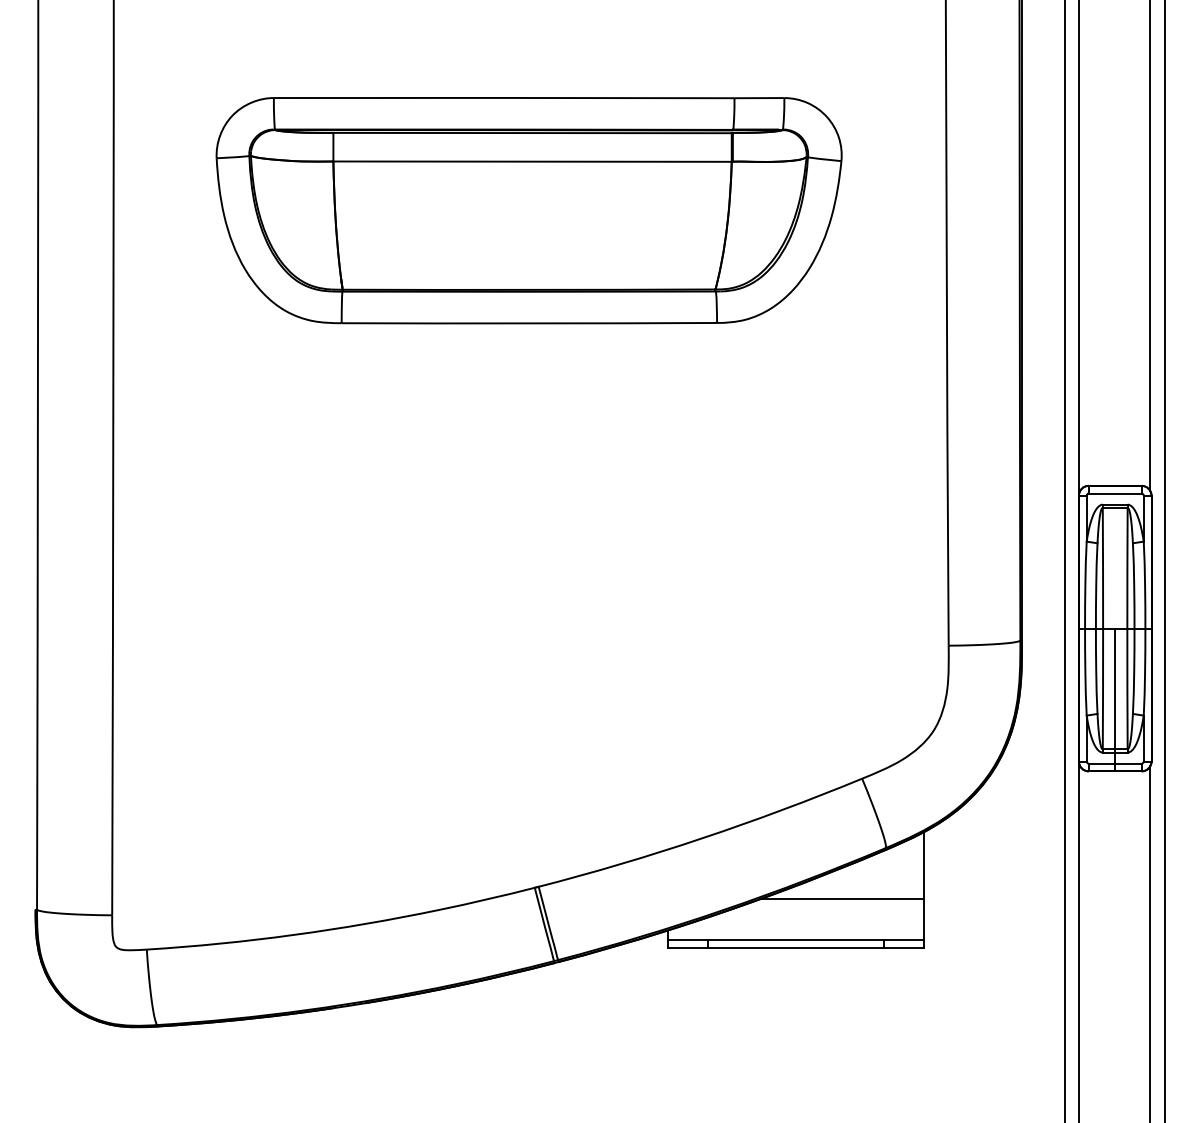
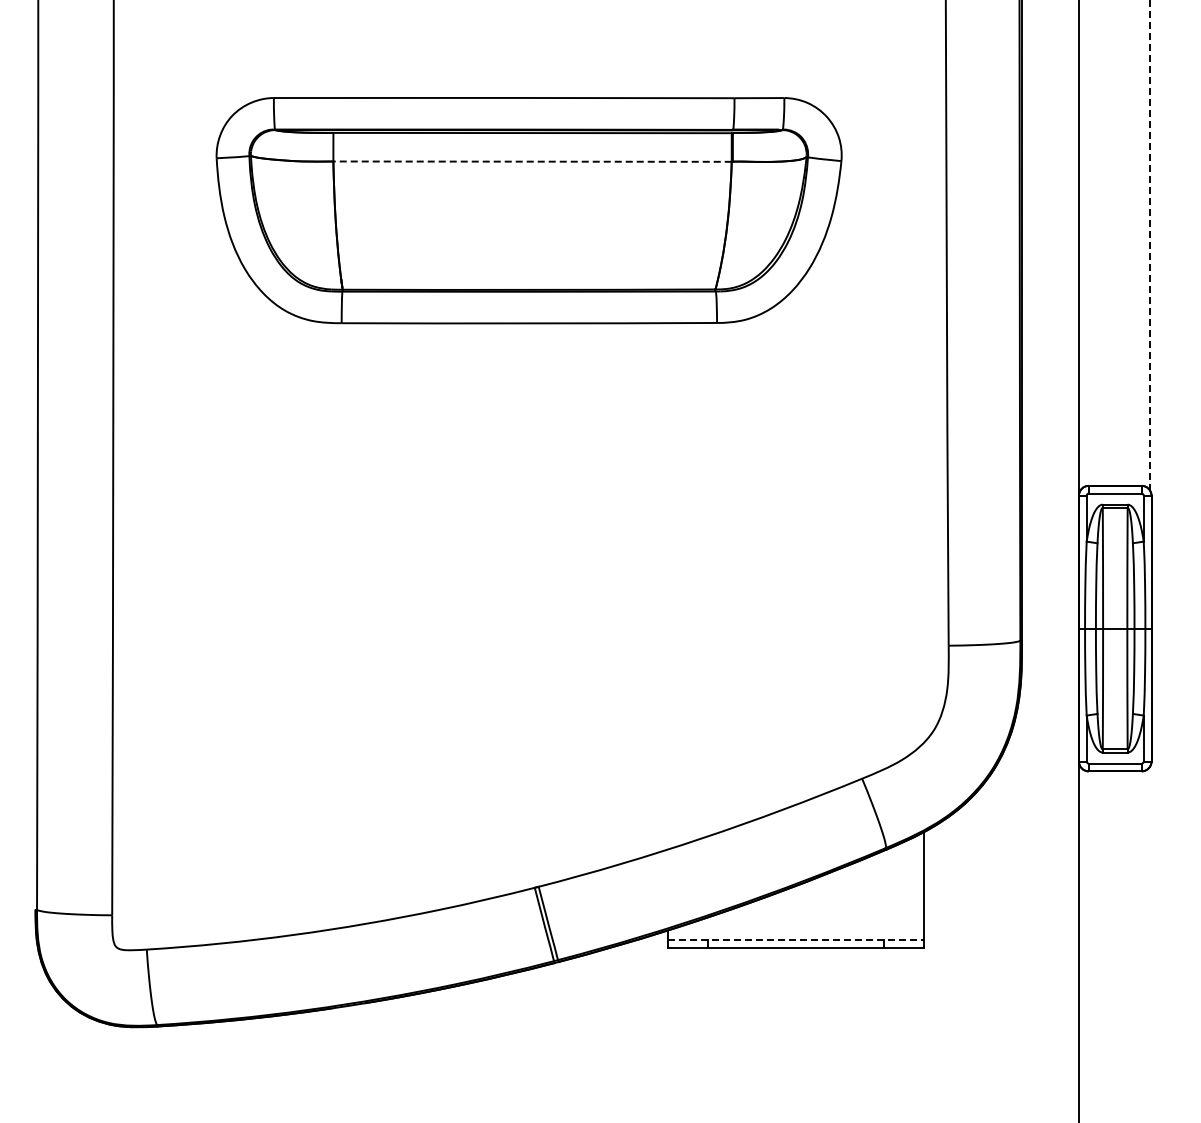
line at (532, 161): solid -> dashed
line at (1150, 245): solid -> dashed
line at (1064, 560): present -> none
line at (1164, 560): present -> none
line at (1115, 699): present -> none
line at (841, 899): present -> none
line at (796, 940): solid -> dashed
line at (1150, 942): present -> none
